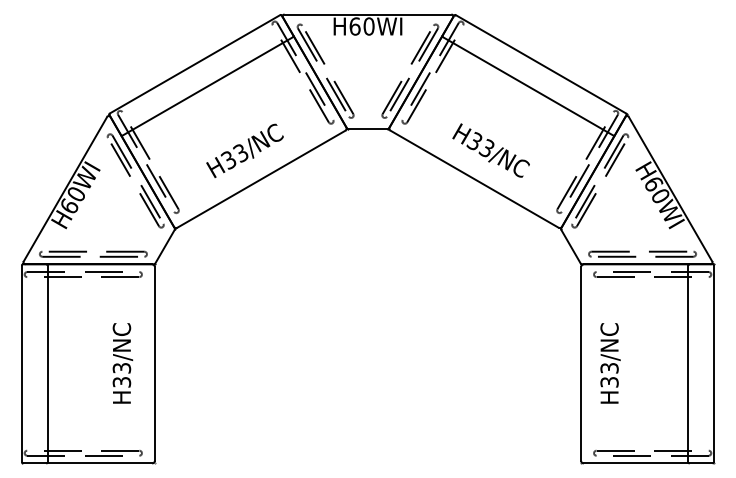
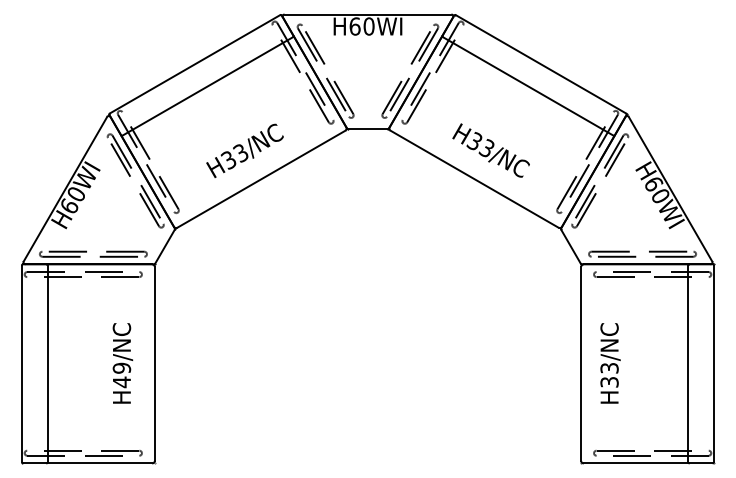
text at (121, 375): H33/NC -> H49/NC
